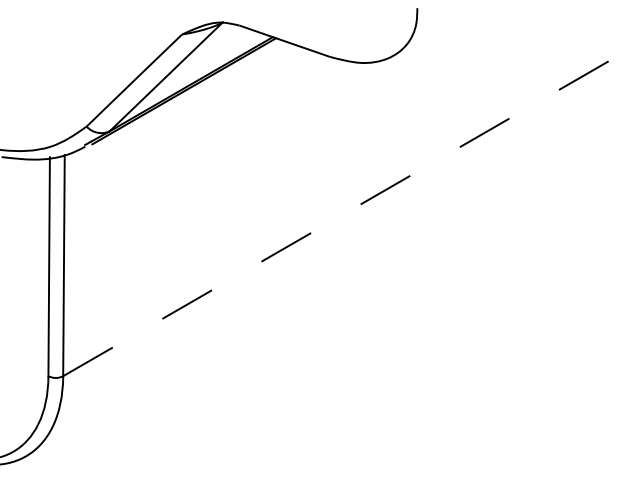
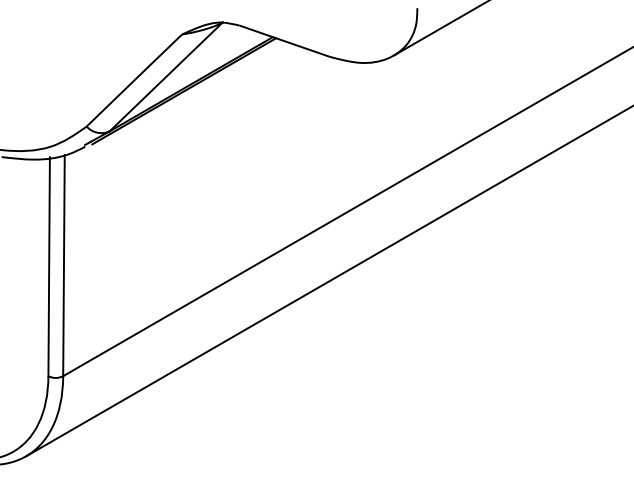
line at (439, 28): none -> present
line at (348, 211): dashed -> solid
line at (328, 281): none -> present
